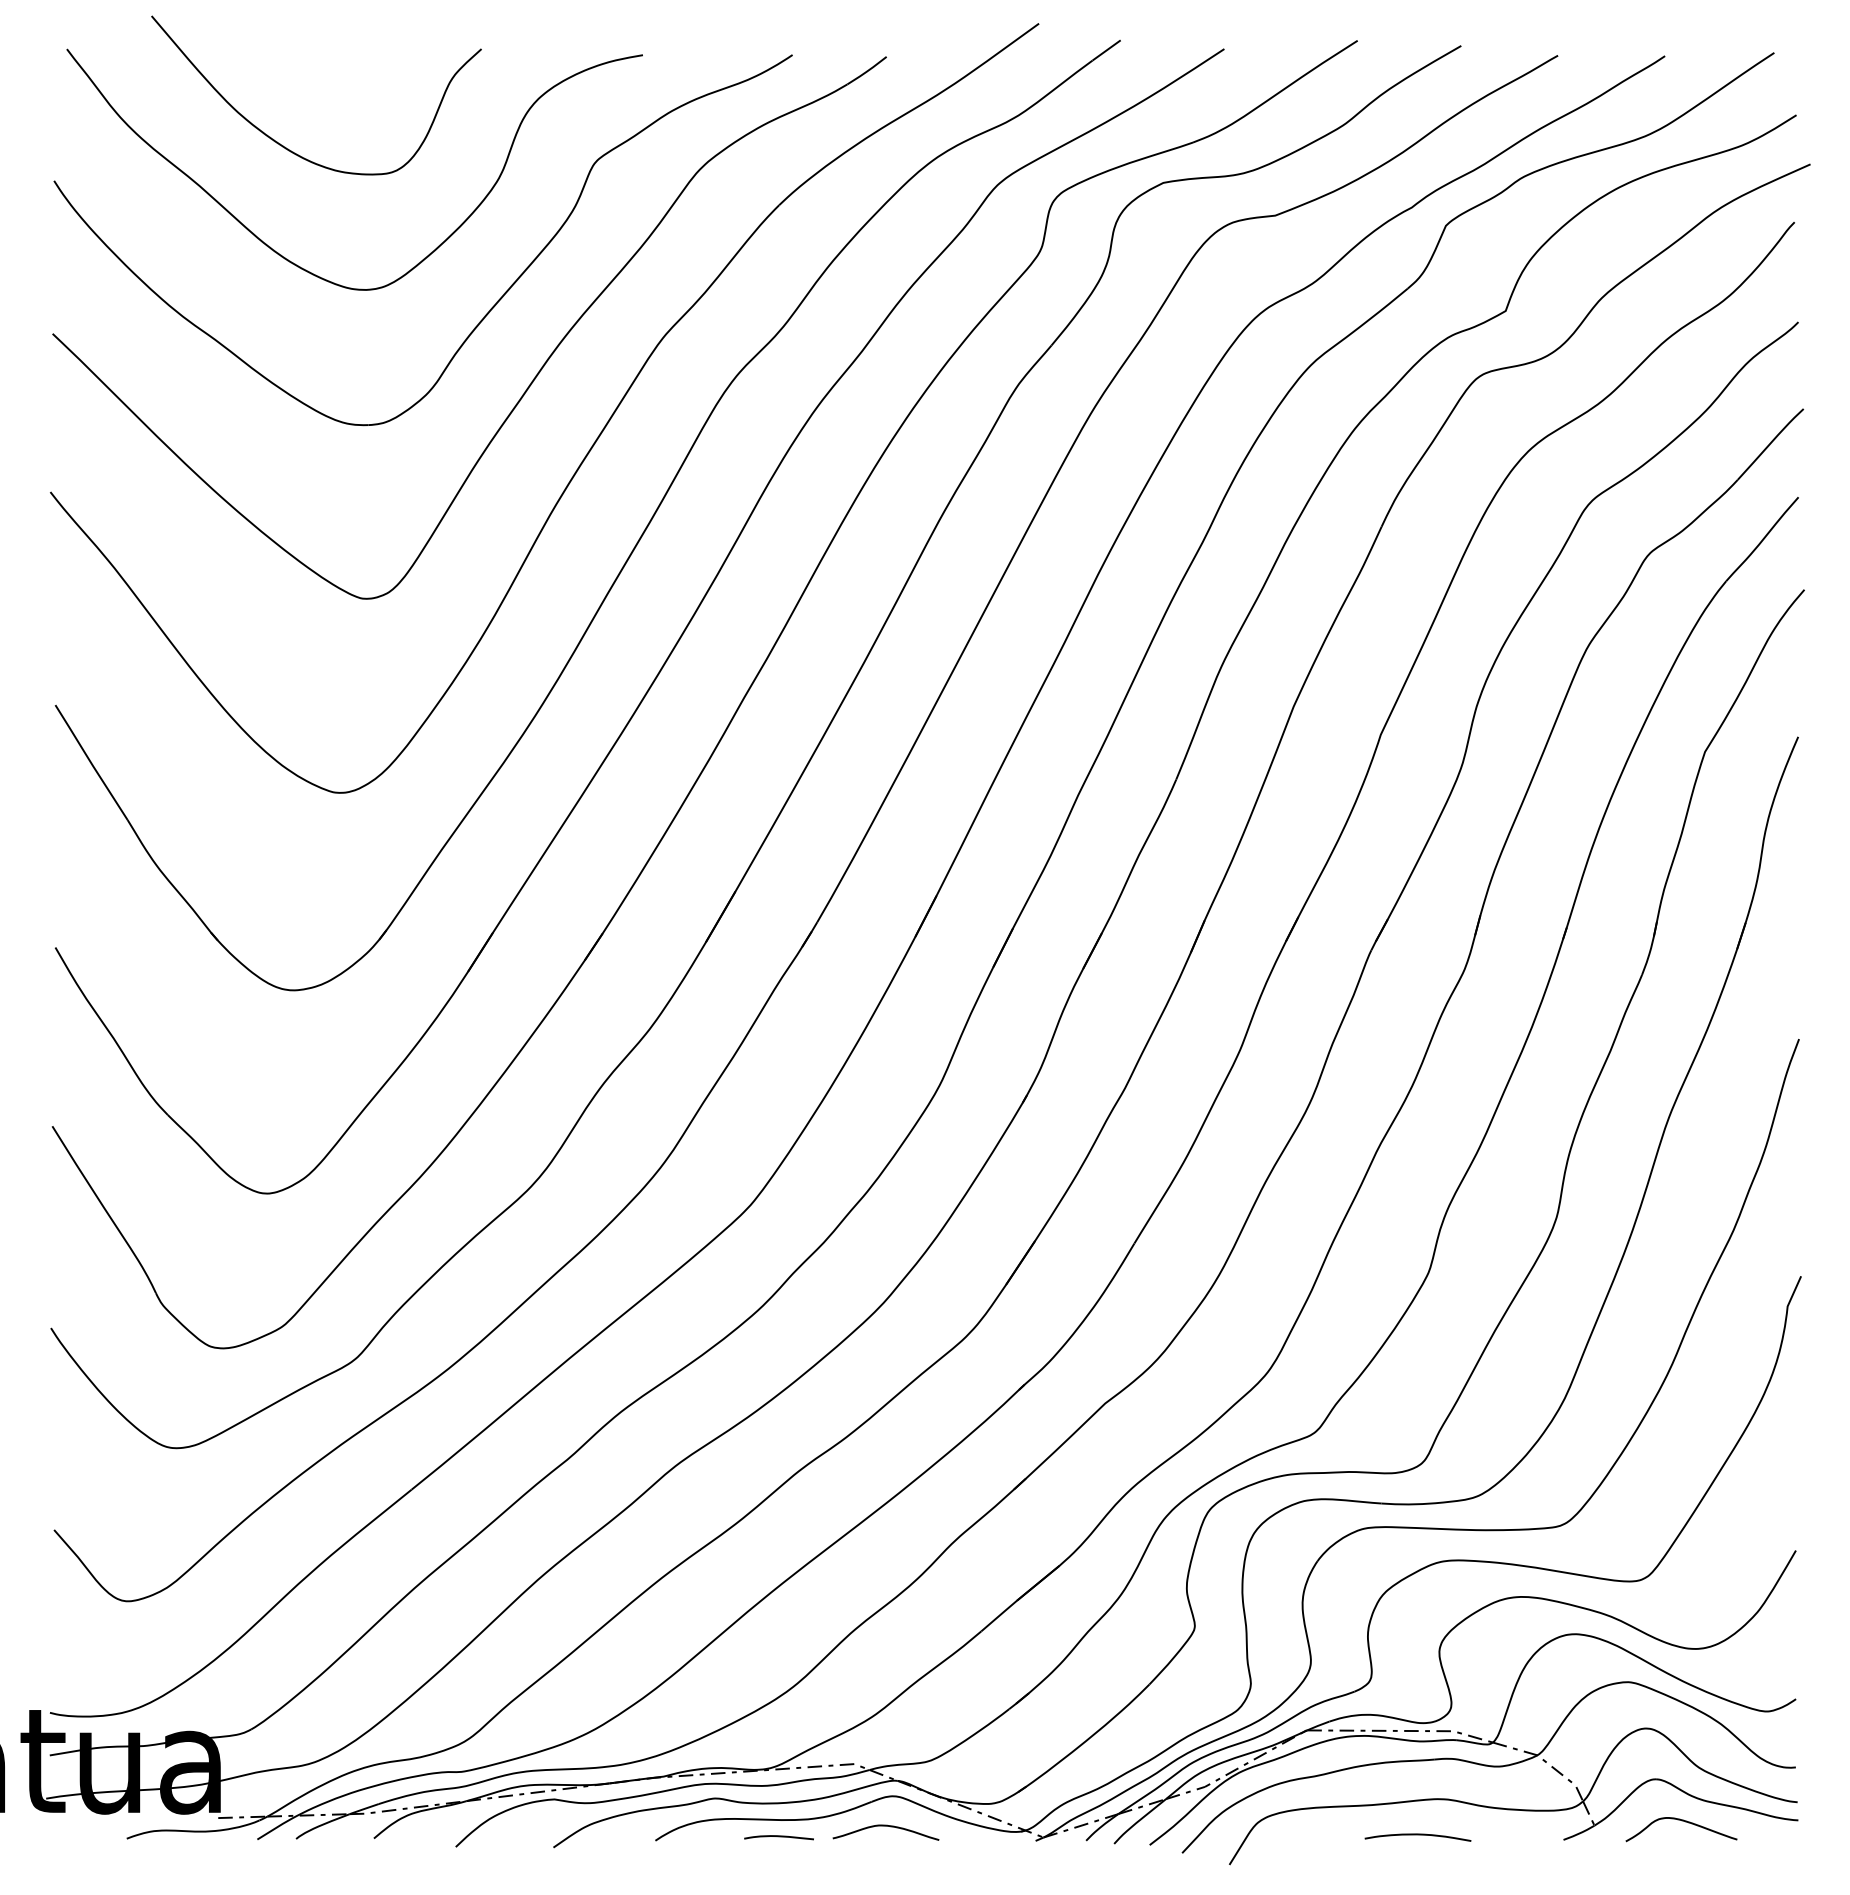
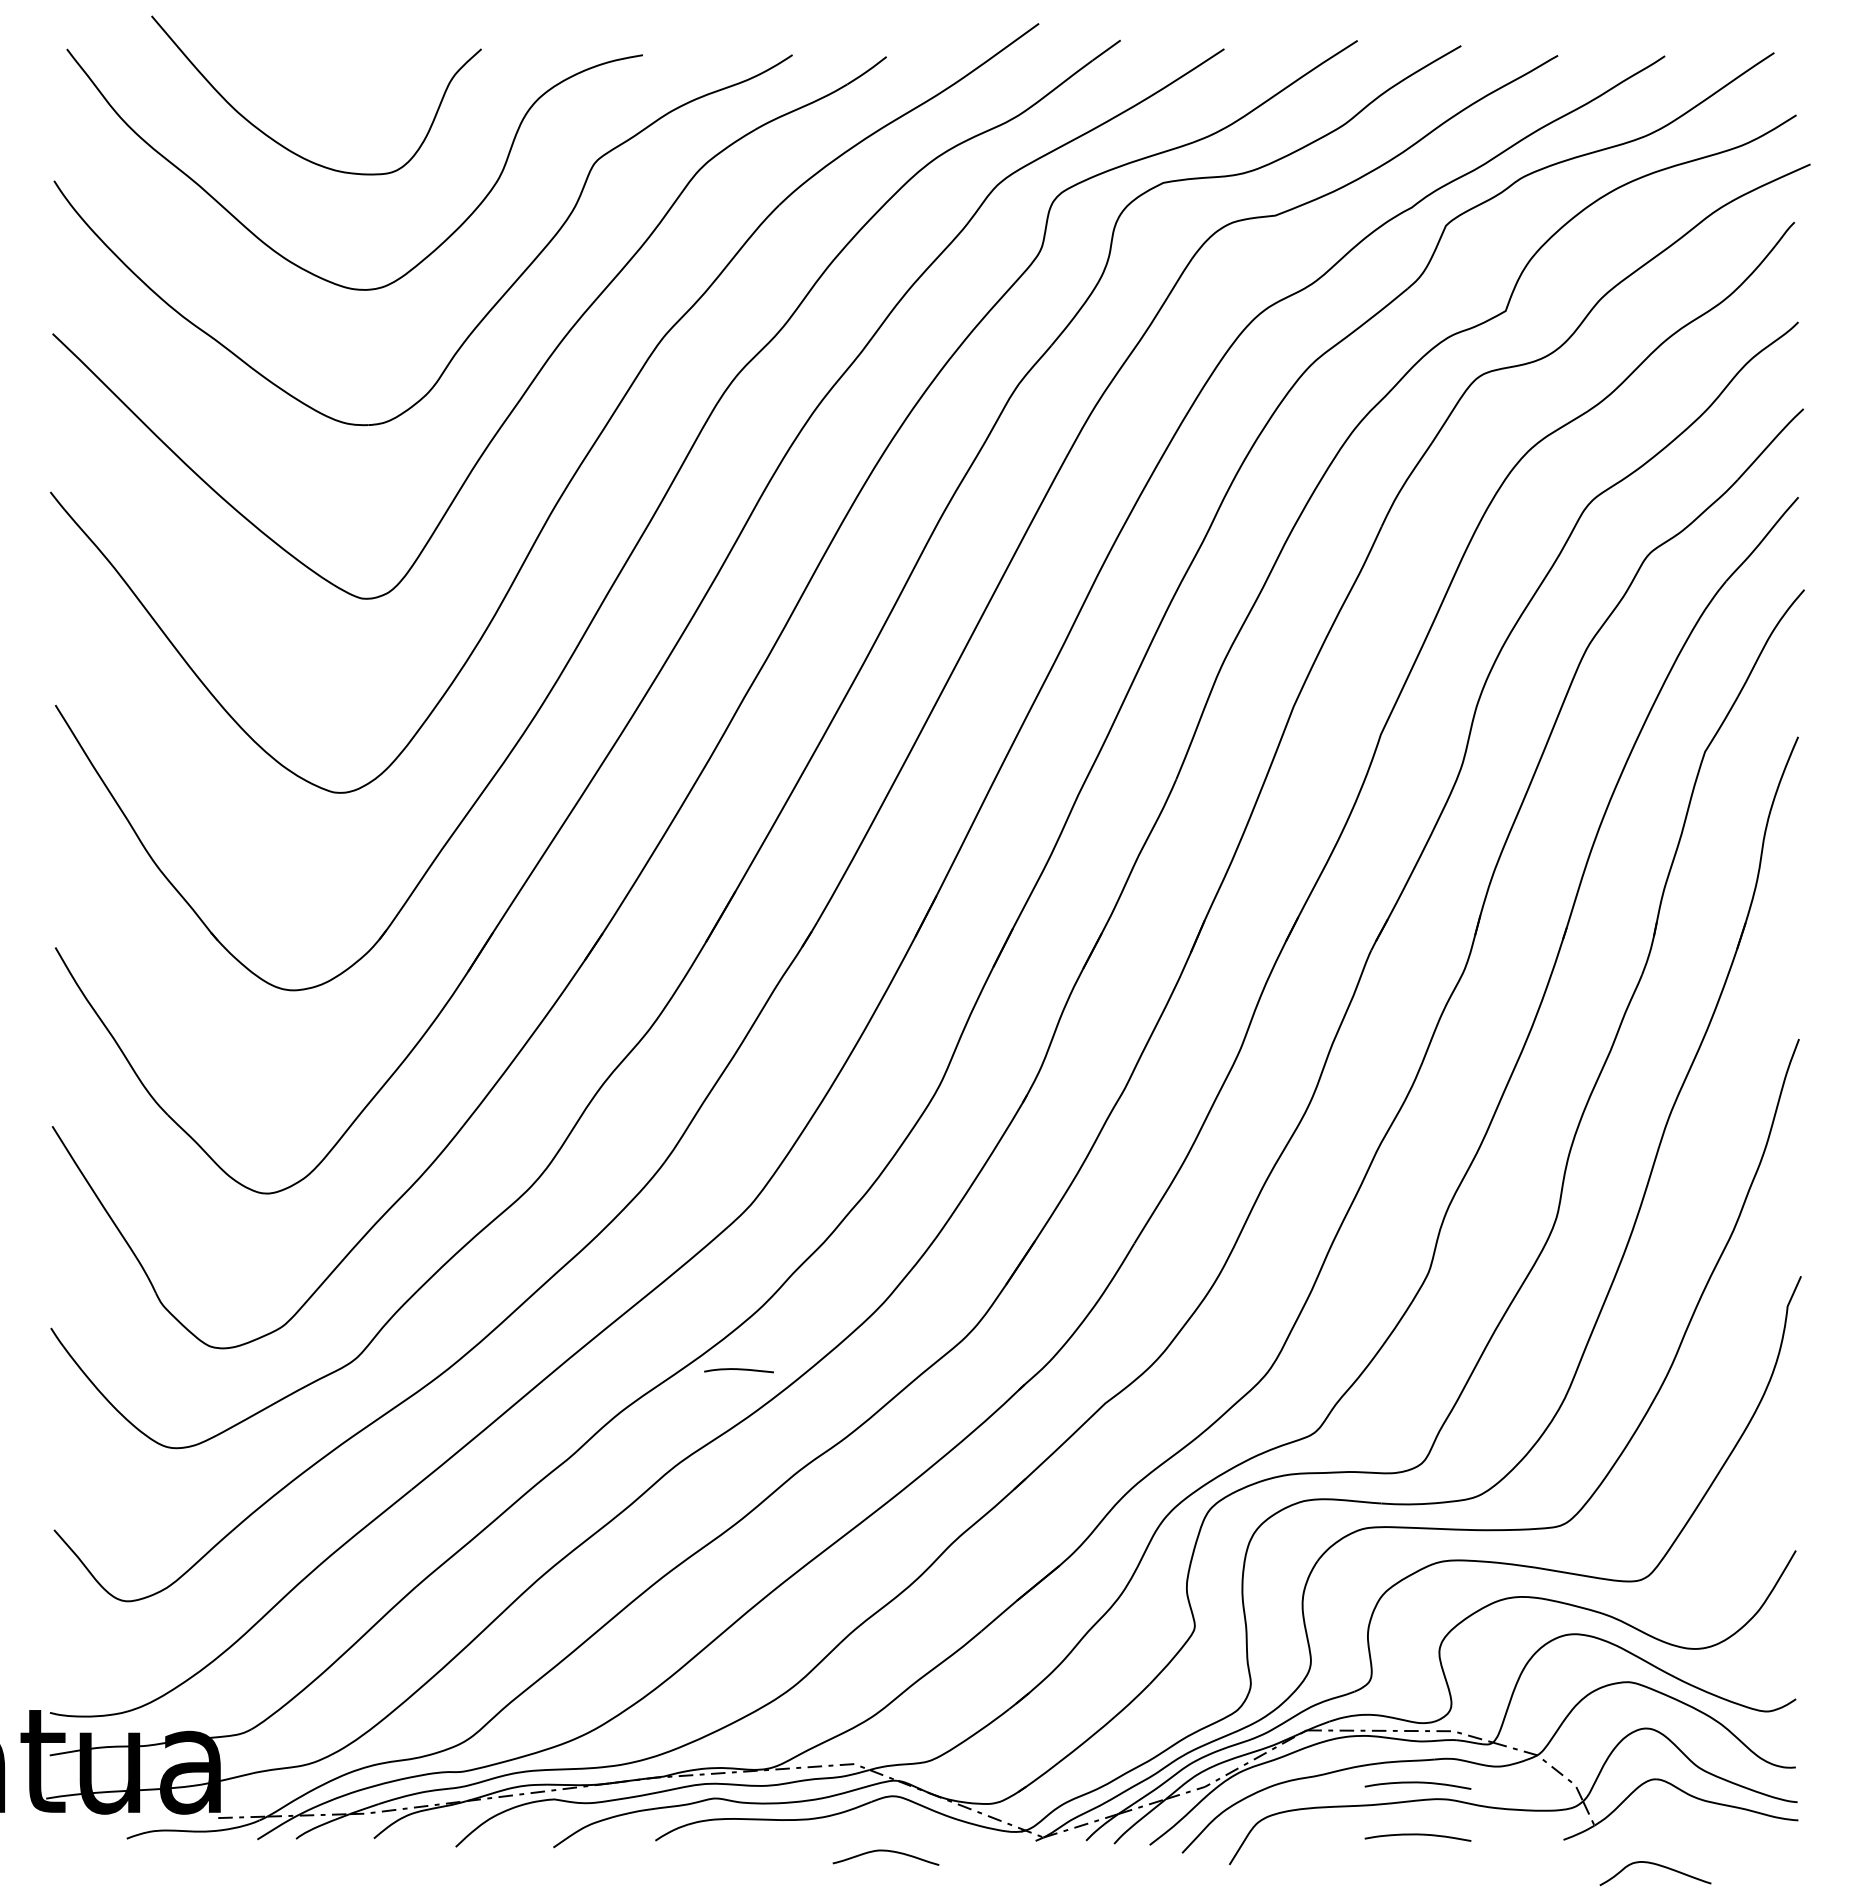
curve at (1417, 1783): none -> present
curve at (1682, 1821) position: (1682, 1821) -> (1656, 1865)
curve at (885, 1826) position: (885, 1826) -> (885, 1851)
curve at (778, 1837) position: (778, 1837) -> (738, 1370)
